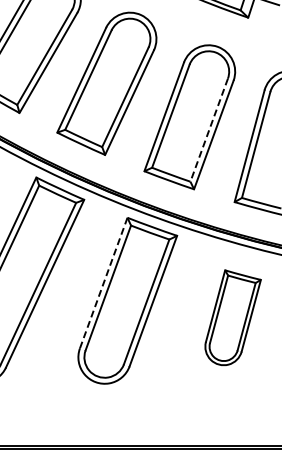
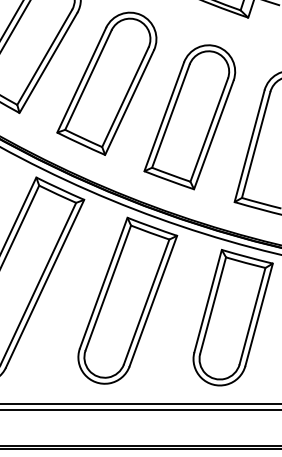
line at (209, 130): dashed -> solid
line at (103, 282): dashed -> solid
part at (232, 317) size: 58x97 px -> 82x138 px
line at (140, 403): none -> present
line at (140, 409): none -> present
